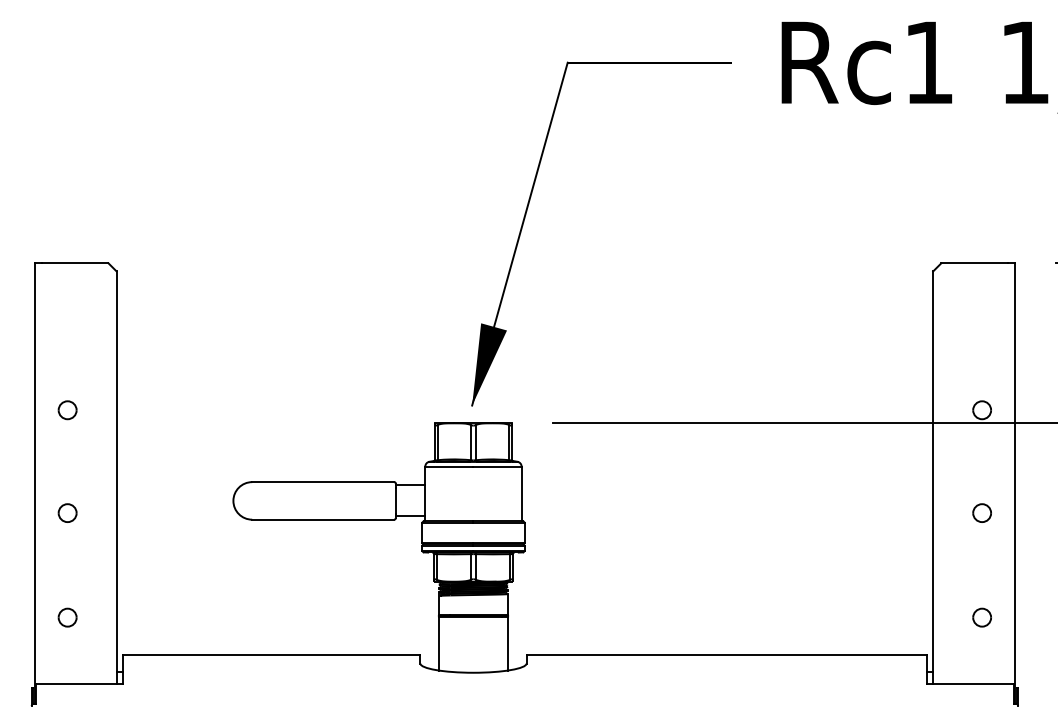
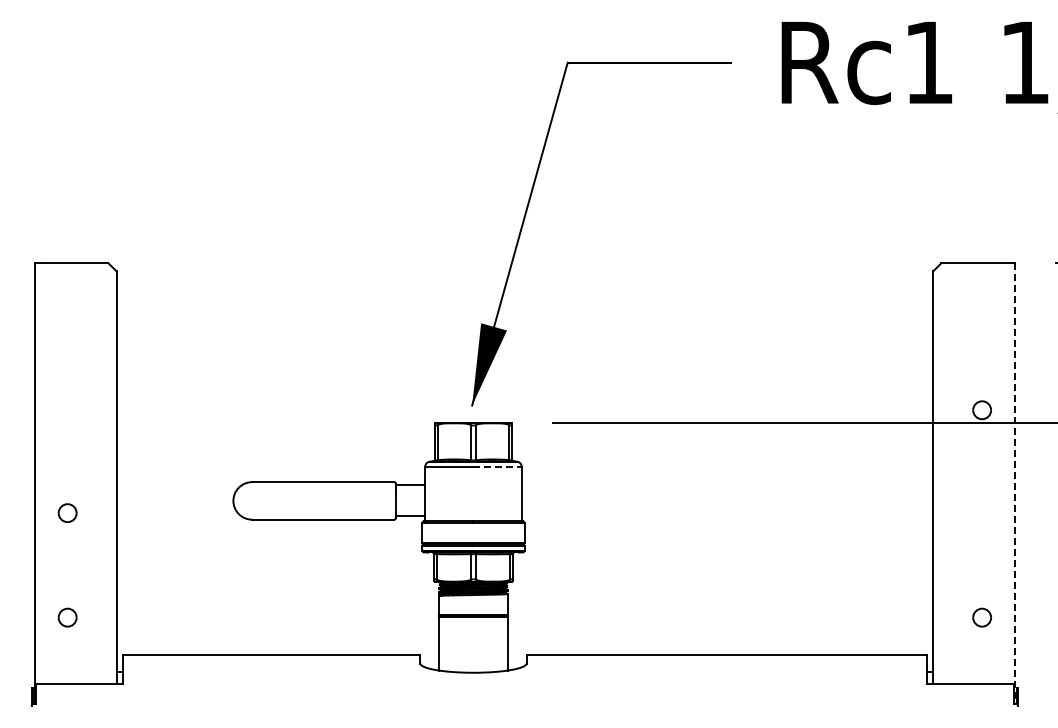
part at (67, 410): present -> none
line at (498, 466): solid -> dashed
line at (1014, 483): solid -> dashed
part at (981, 512): present -> none
